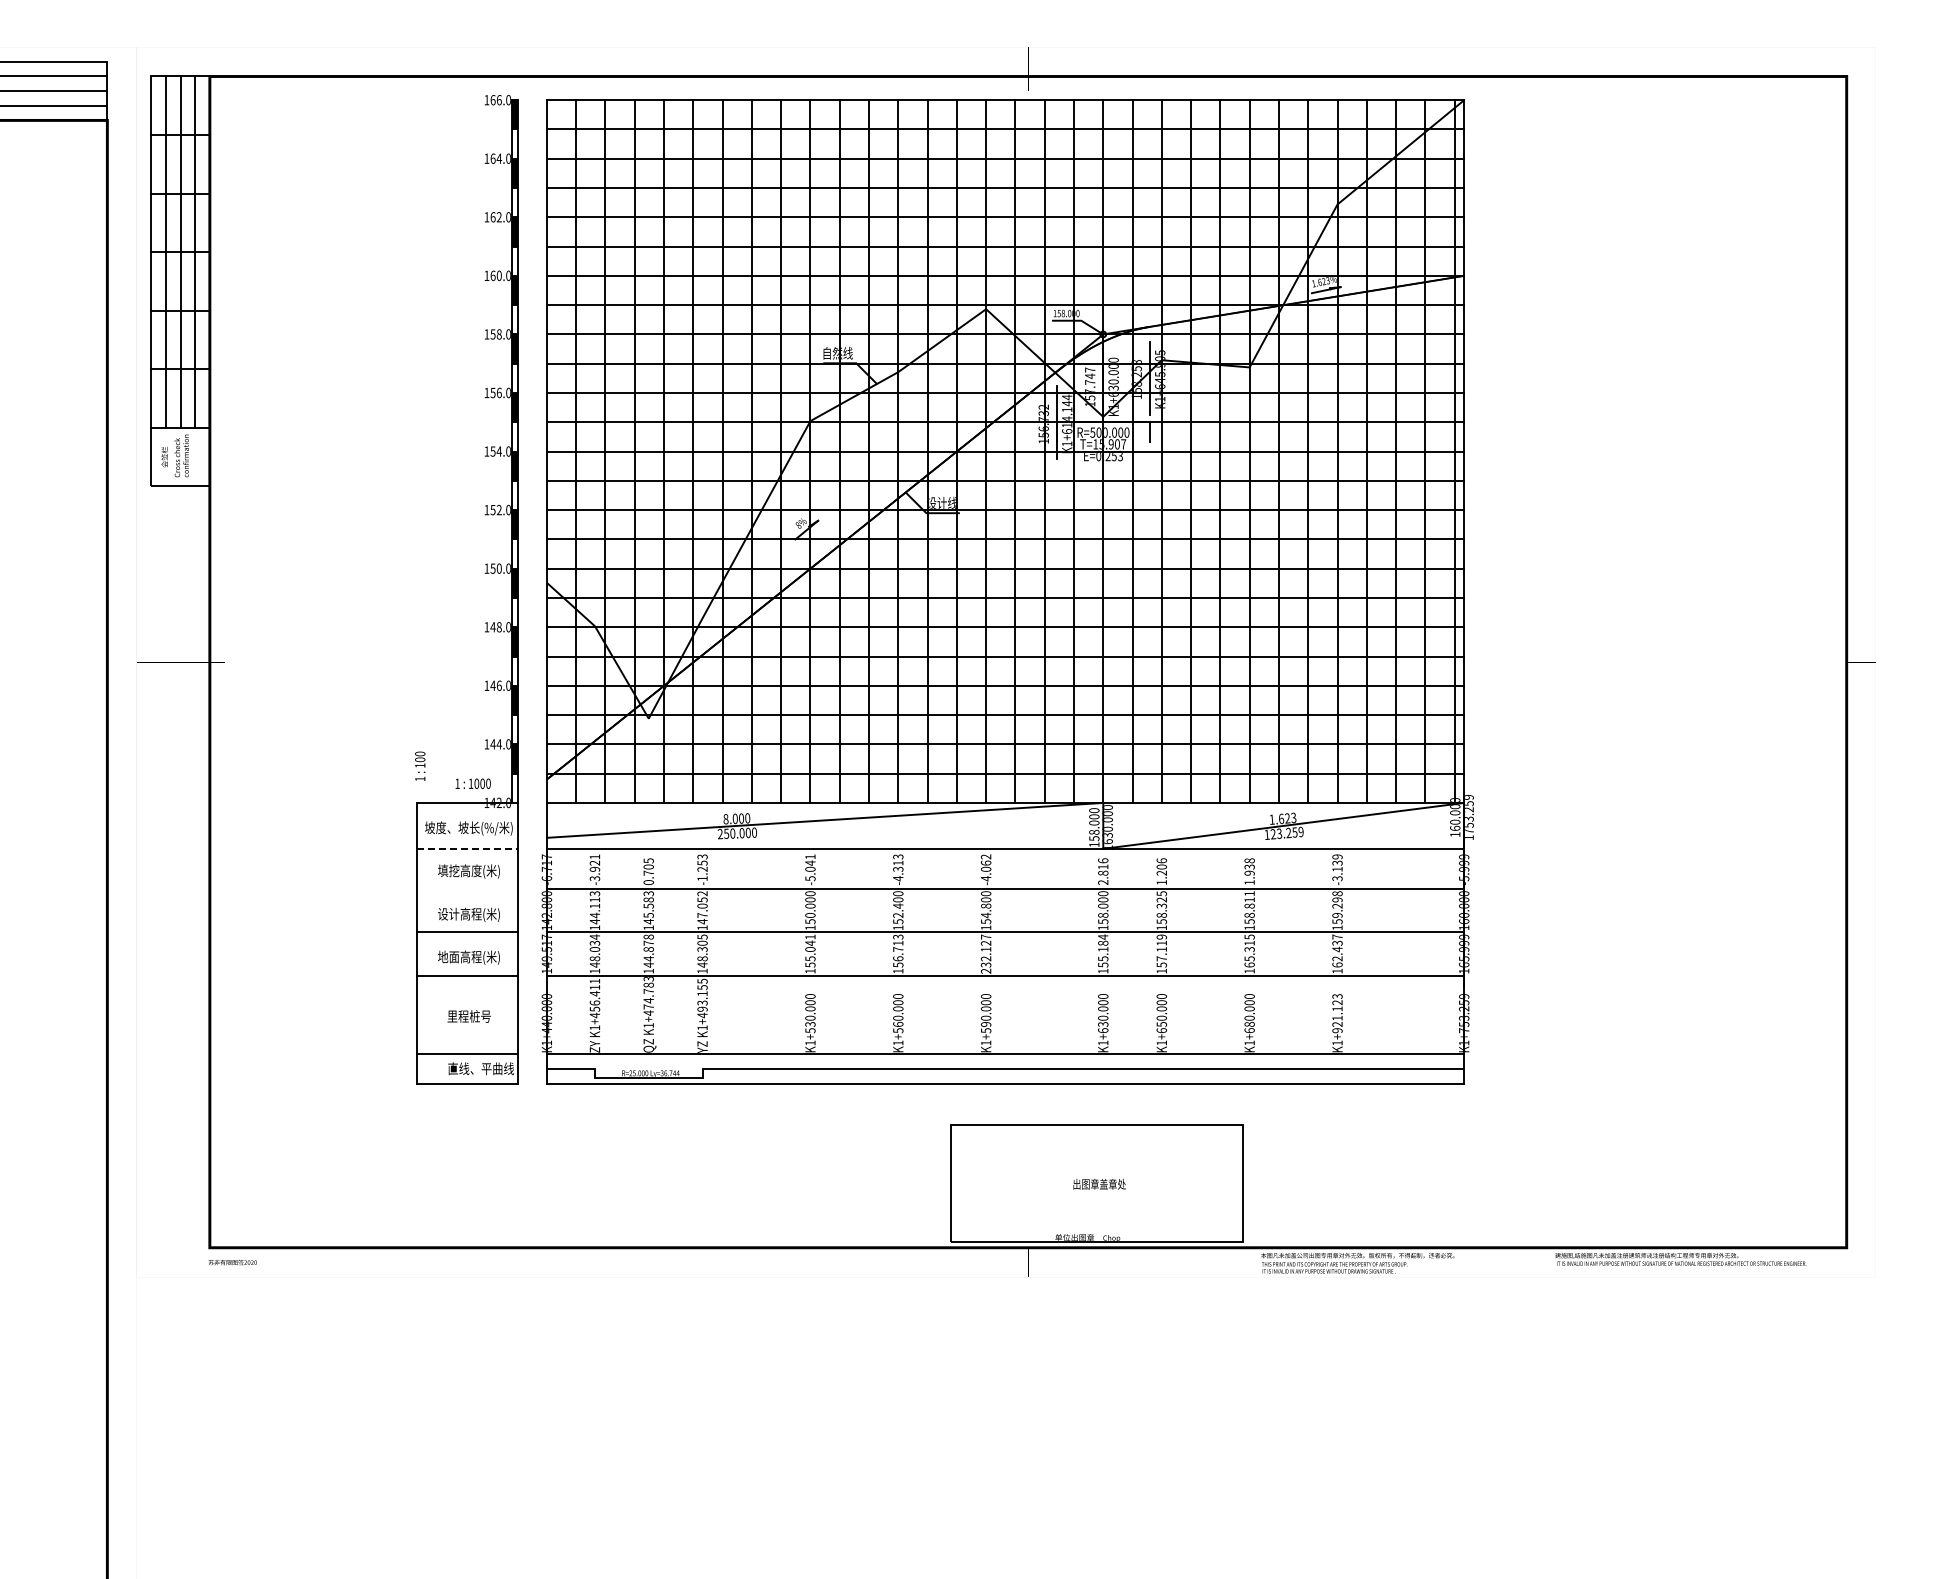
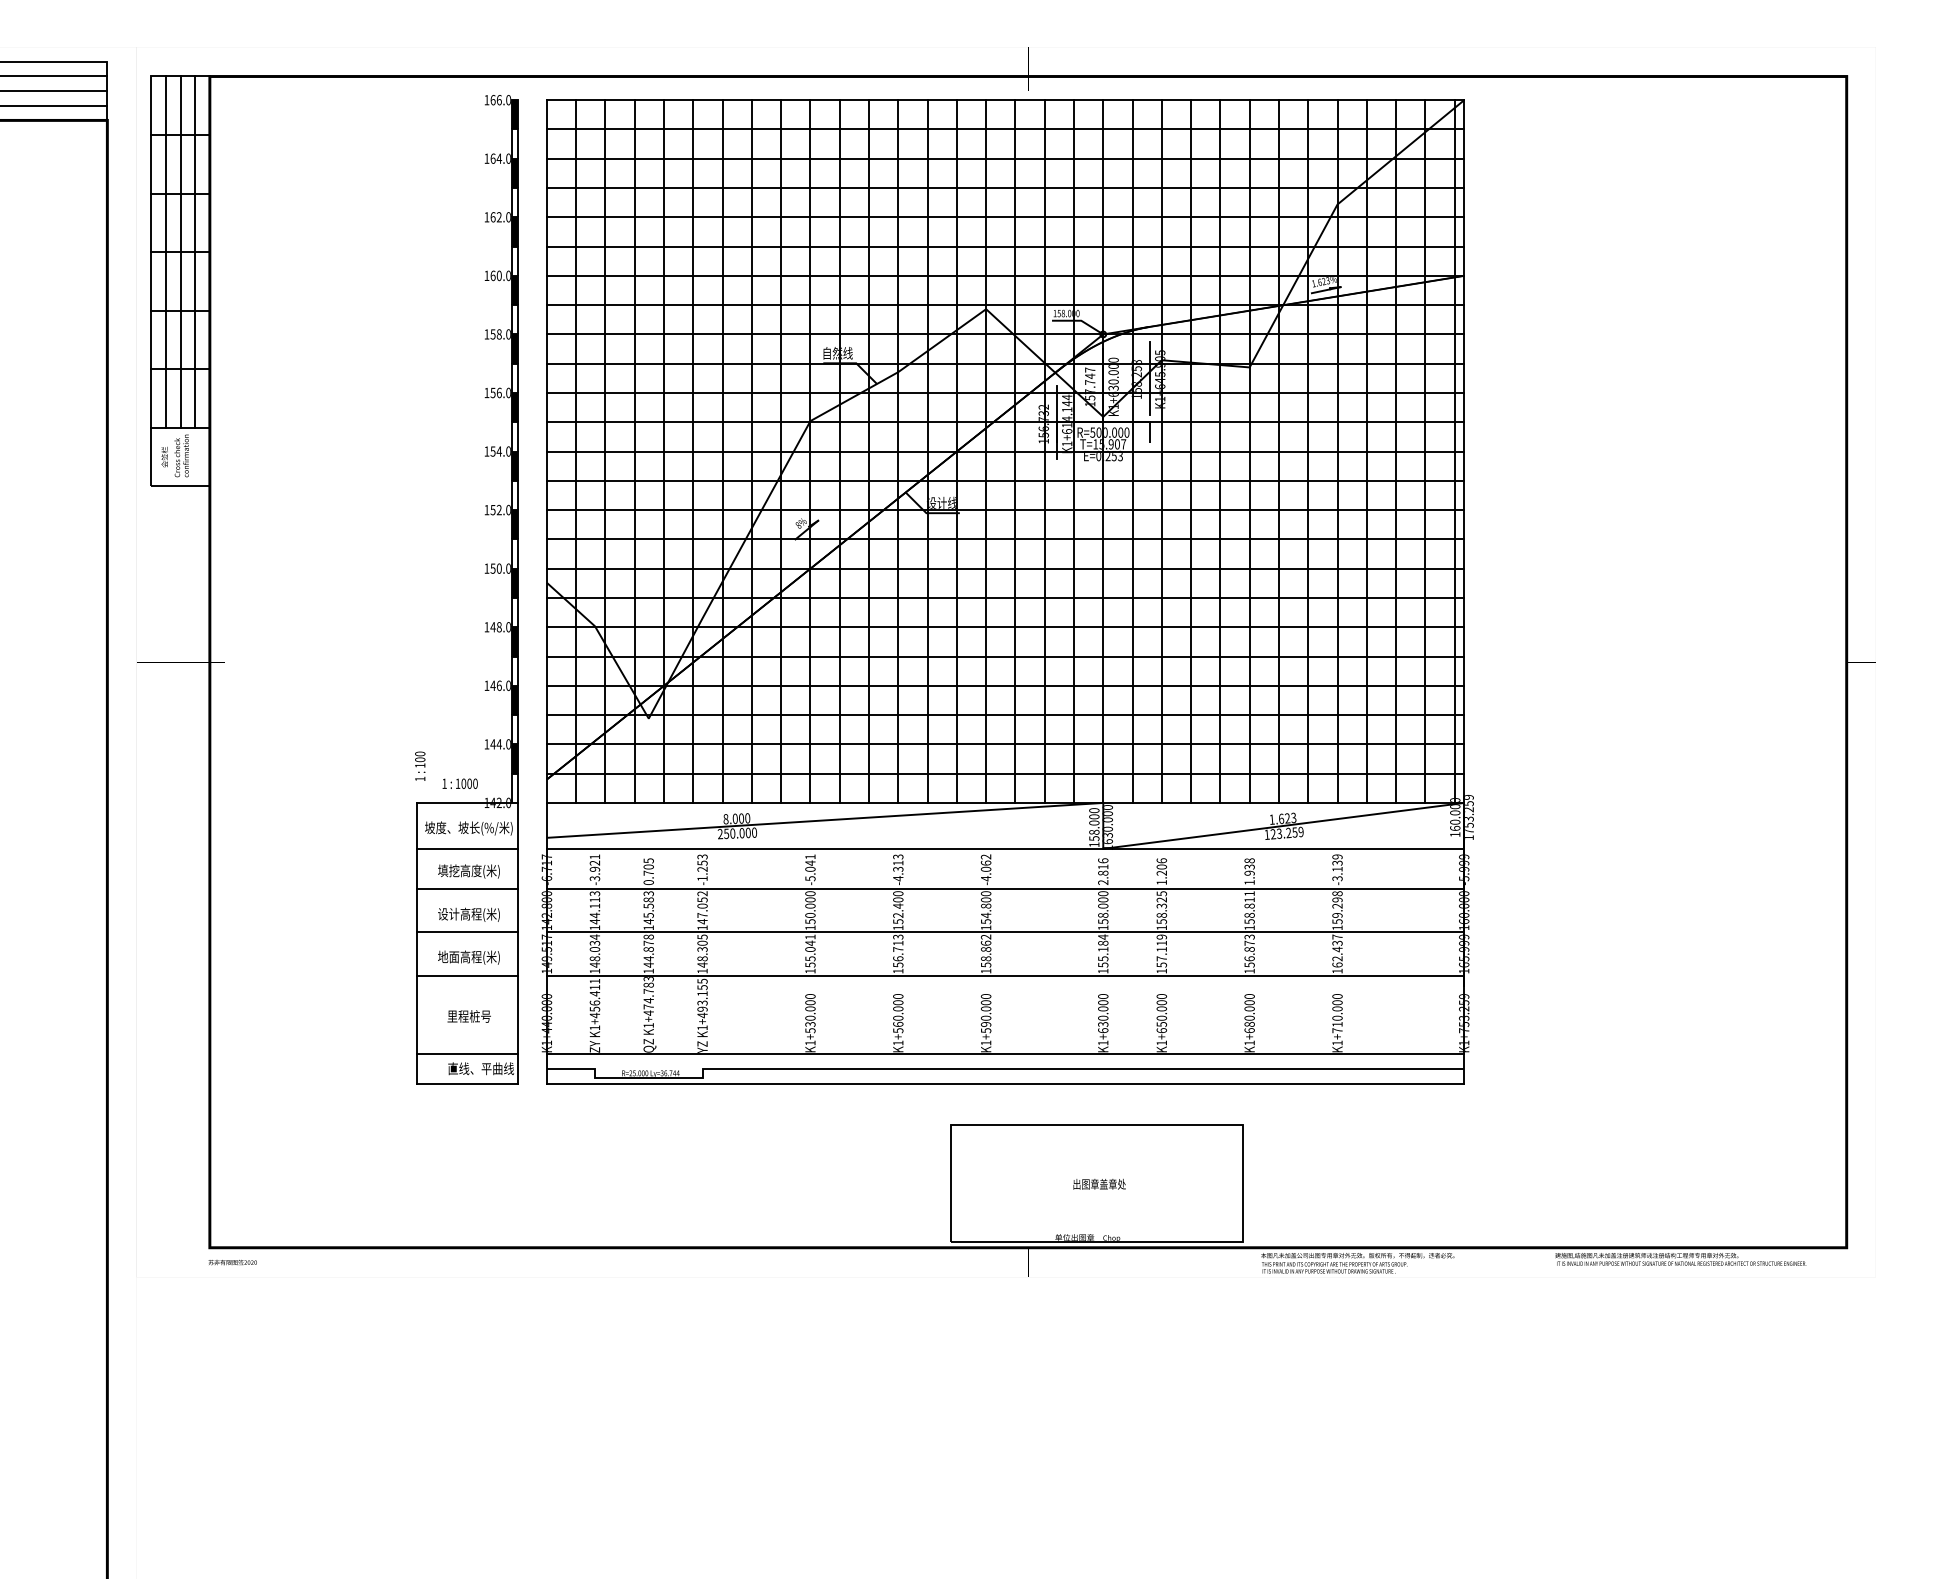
text at (472, 783) position: (472, 783) -> (459, 783)
line at (467, 848): dashed -> solid
line at (466, 889): none -> present
text at (1249, 950): 165.315 -> 156.873
text at (985, 953): 232.127 -> 158.862
text at (1337, 1013): K1+921.123 -> K1+710.000
